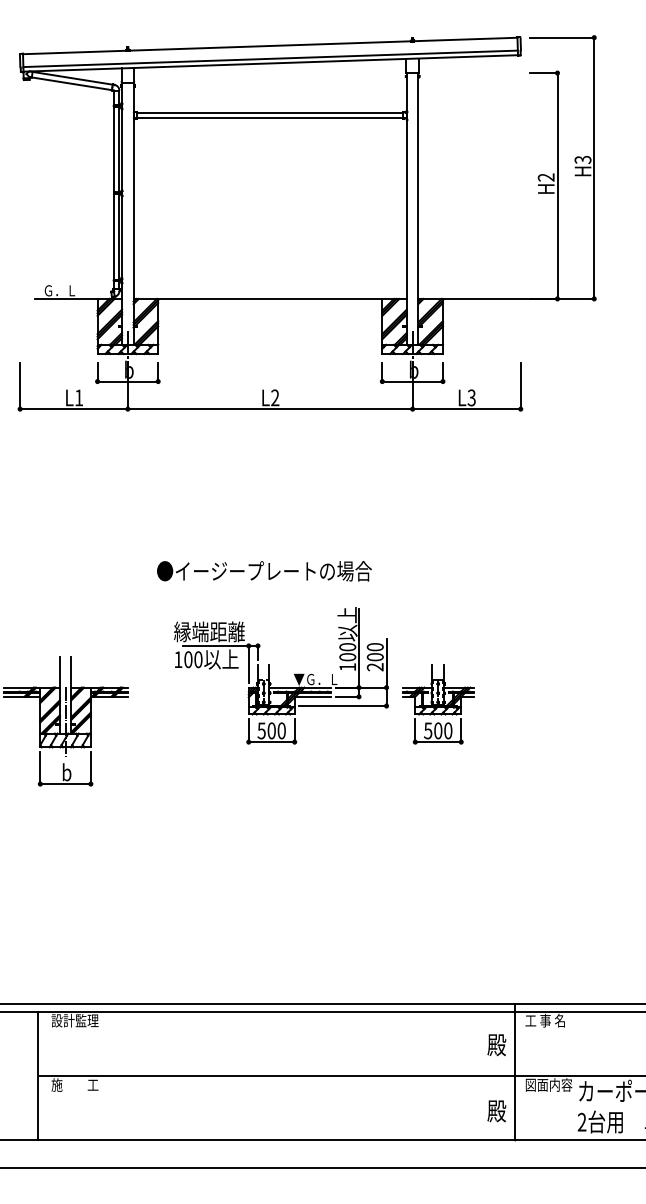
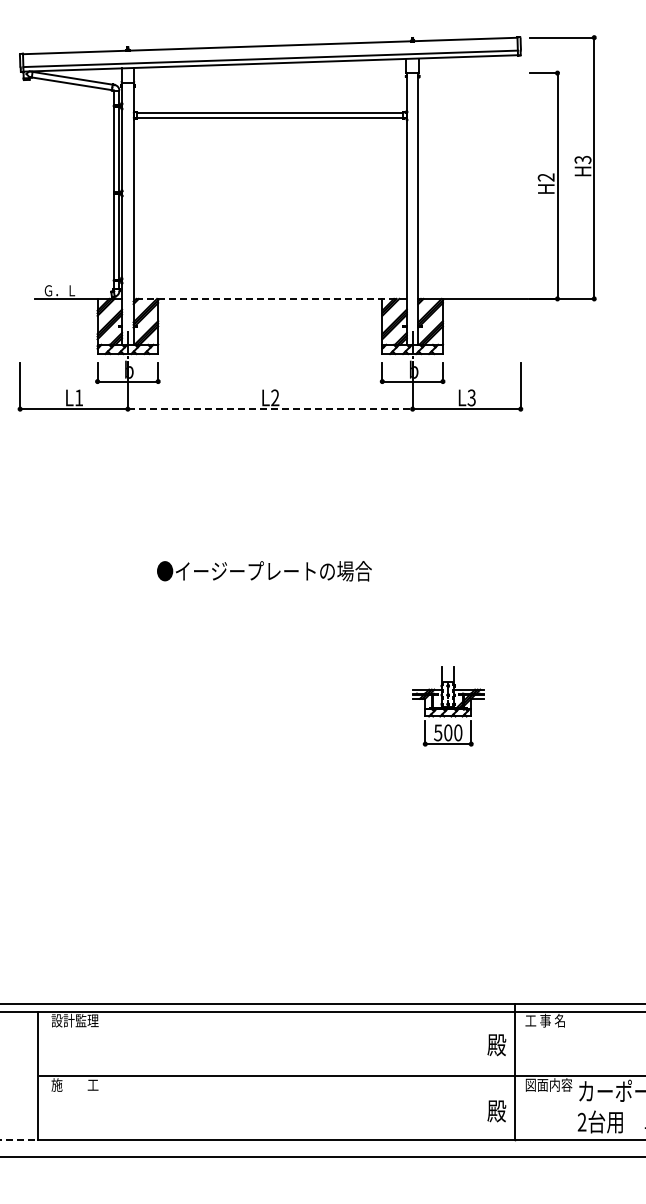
line at (270, 298): solid -> dashed
line at (270, 409): solid -> dashed
part at (269, 675): present -> none
part at (438, 704) position: (438, 704) -> (448, 706)
part at (65, 721): present -> none
line at (19, 1140): solid -> dashed
line at (321, 1167) position: (321, 1167) -> (321, 1156)
